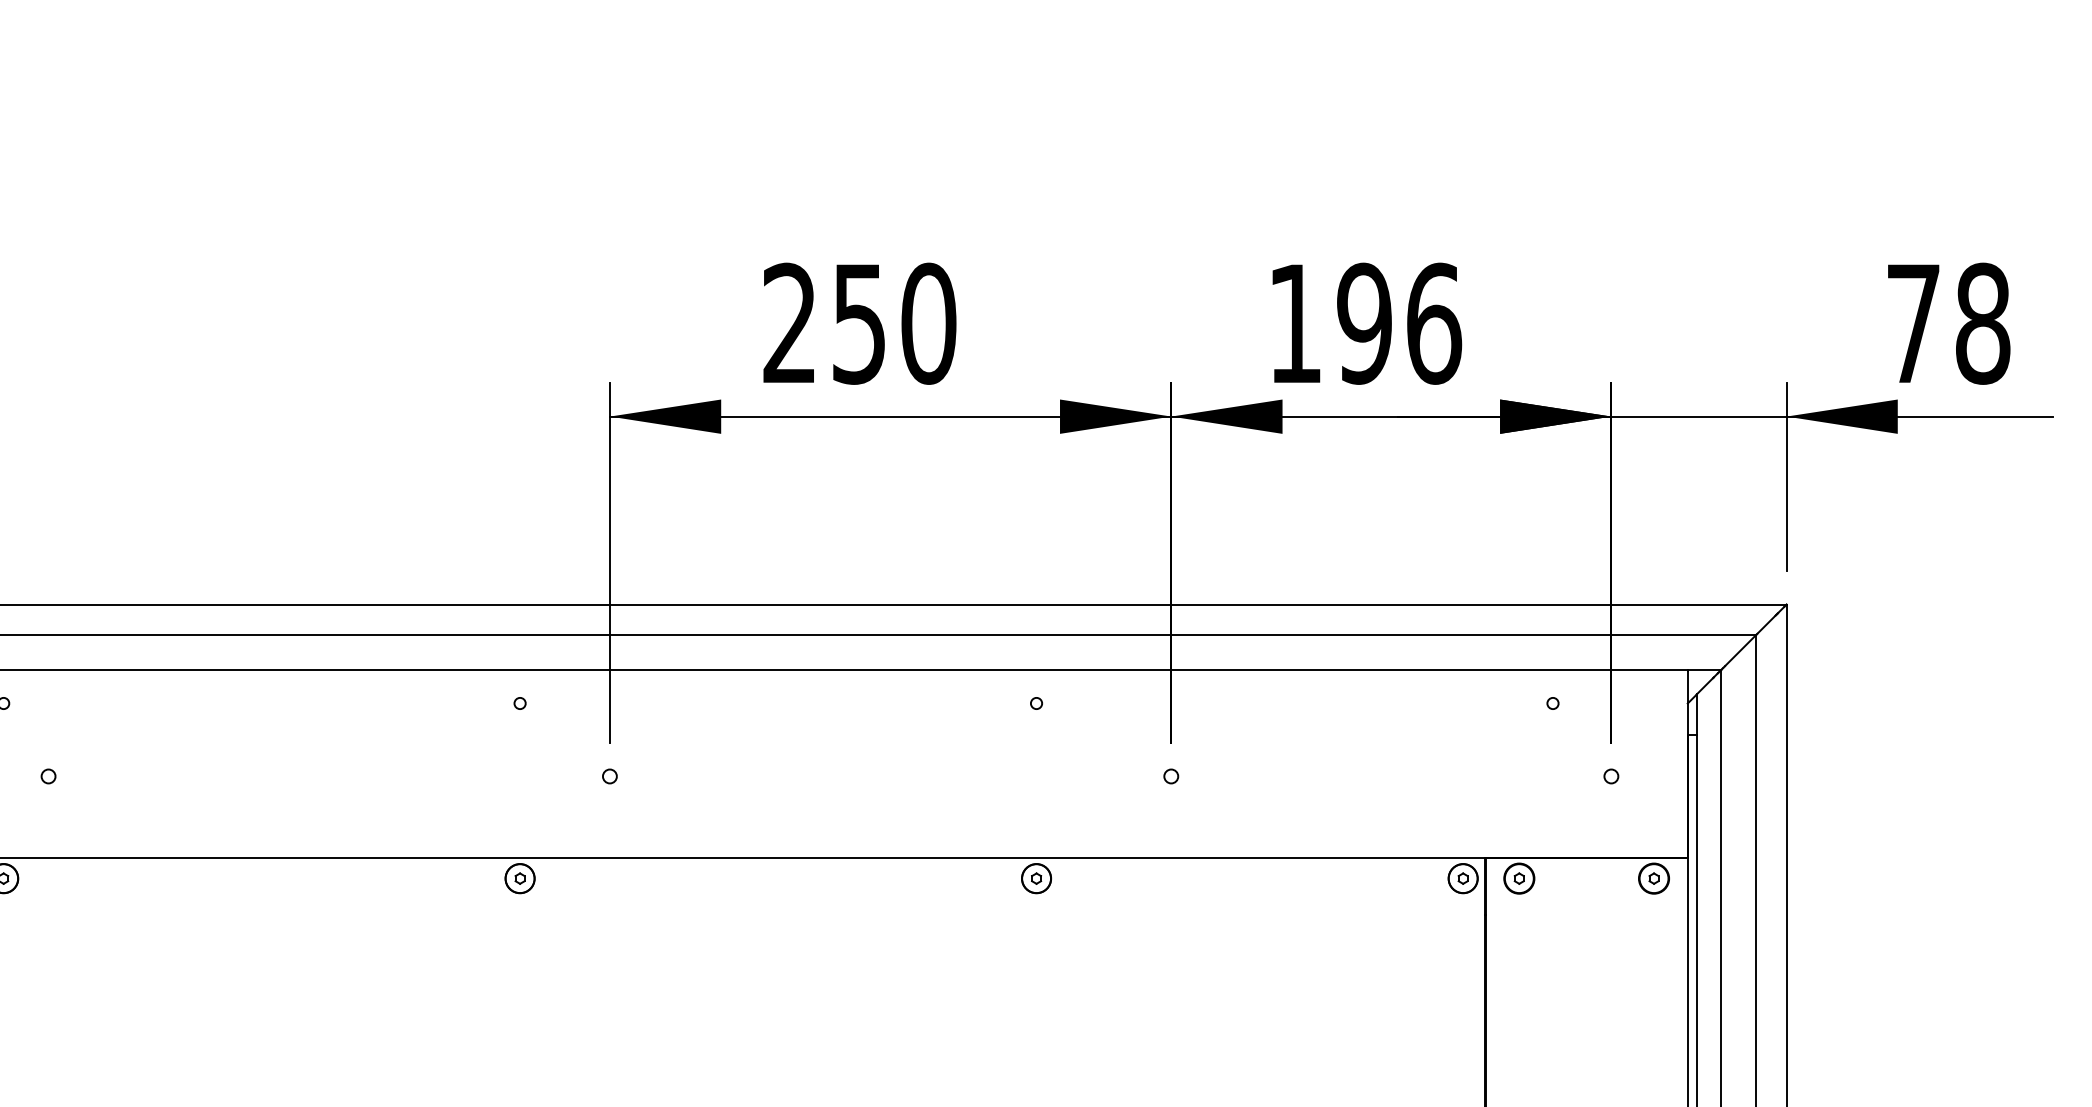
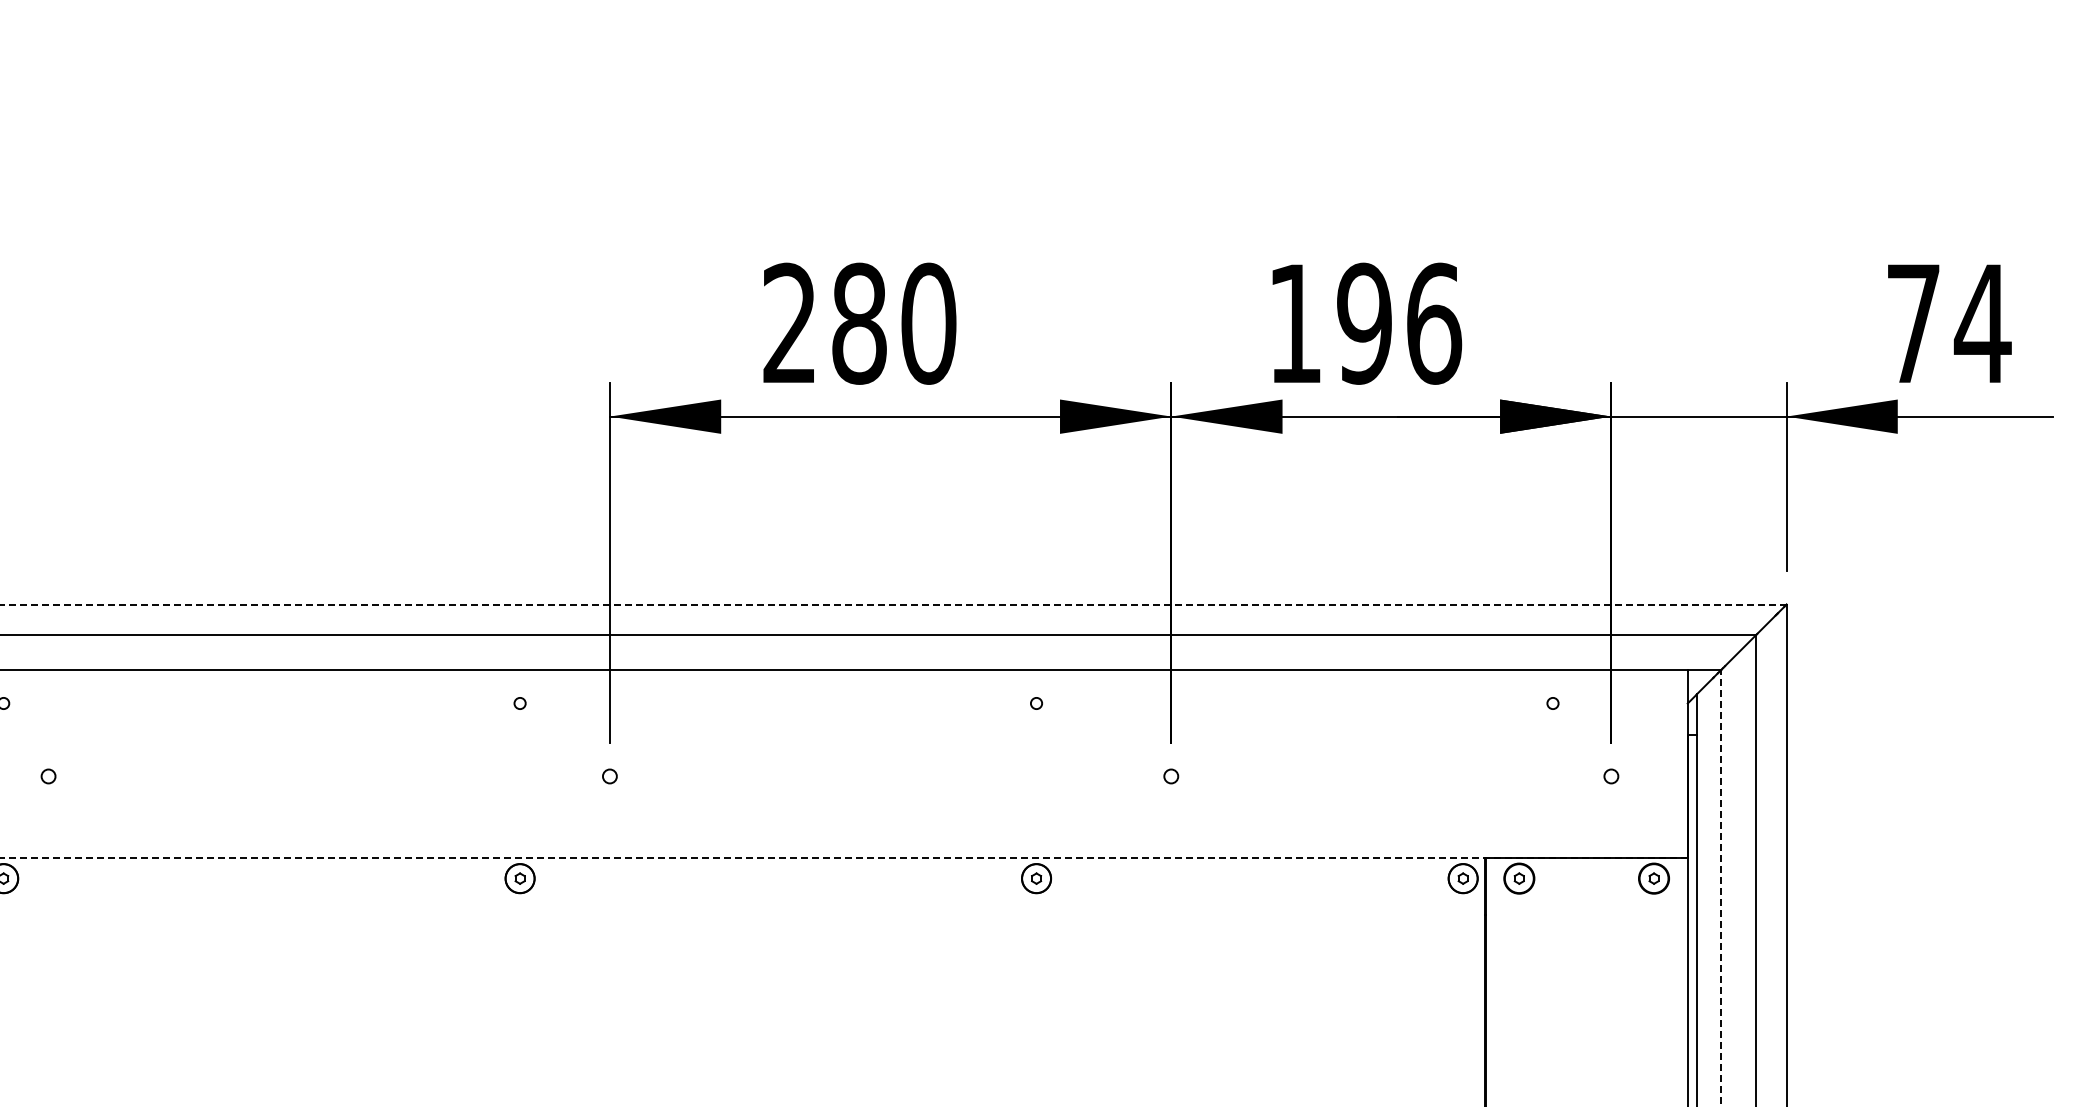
text at (859, 323): 250 -> 280
text at (1982, 323): 78 -> 74
line at (893, 604): solid -> dashed
line at (843, 858): solid -> dashed
line at (1721, 887): solid -> dashed
